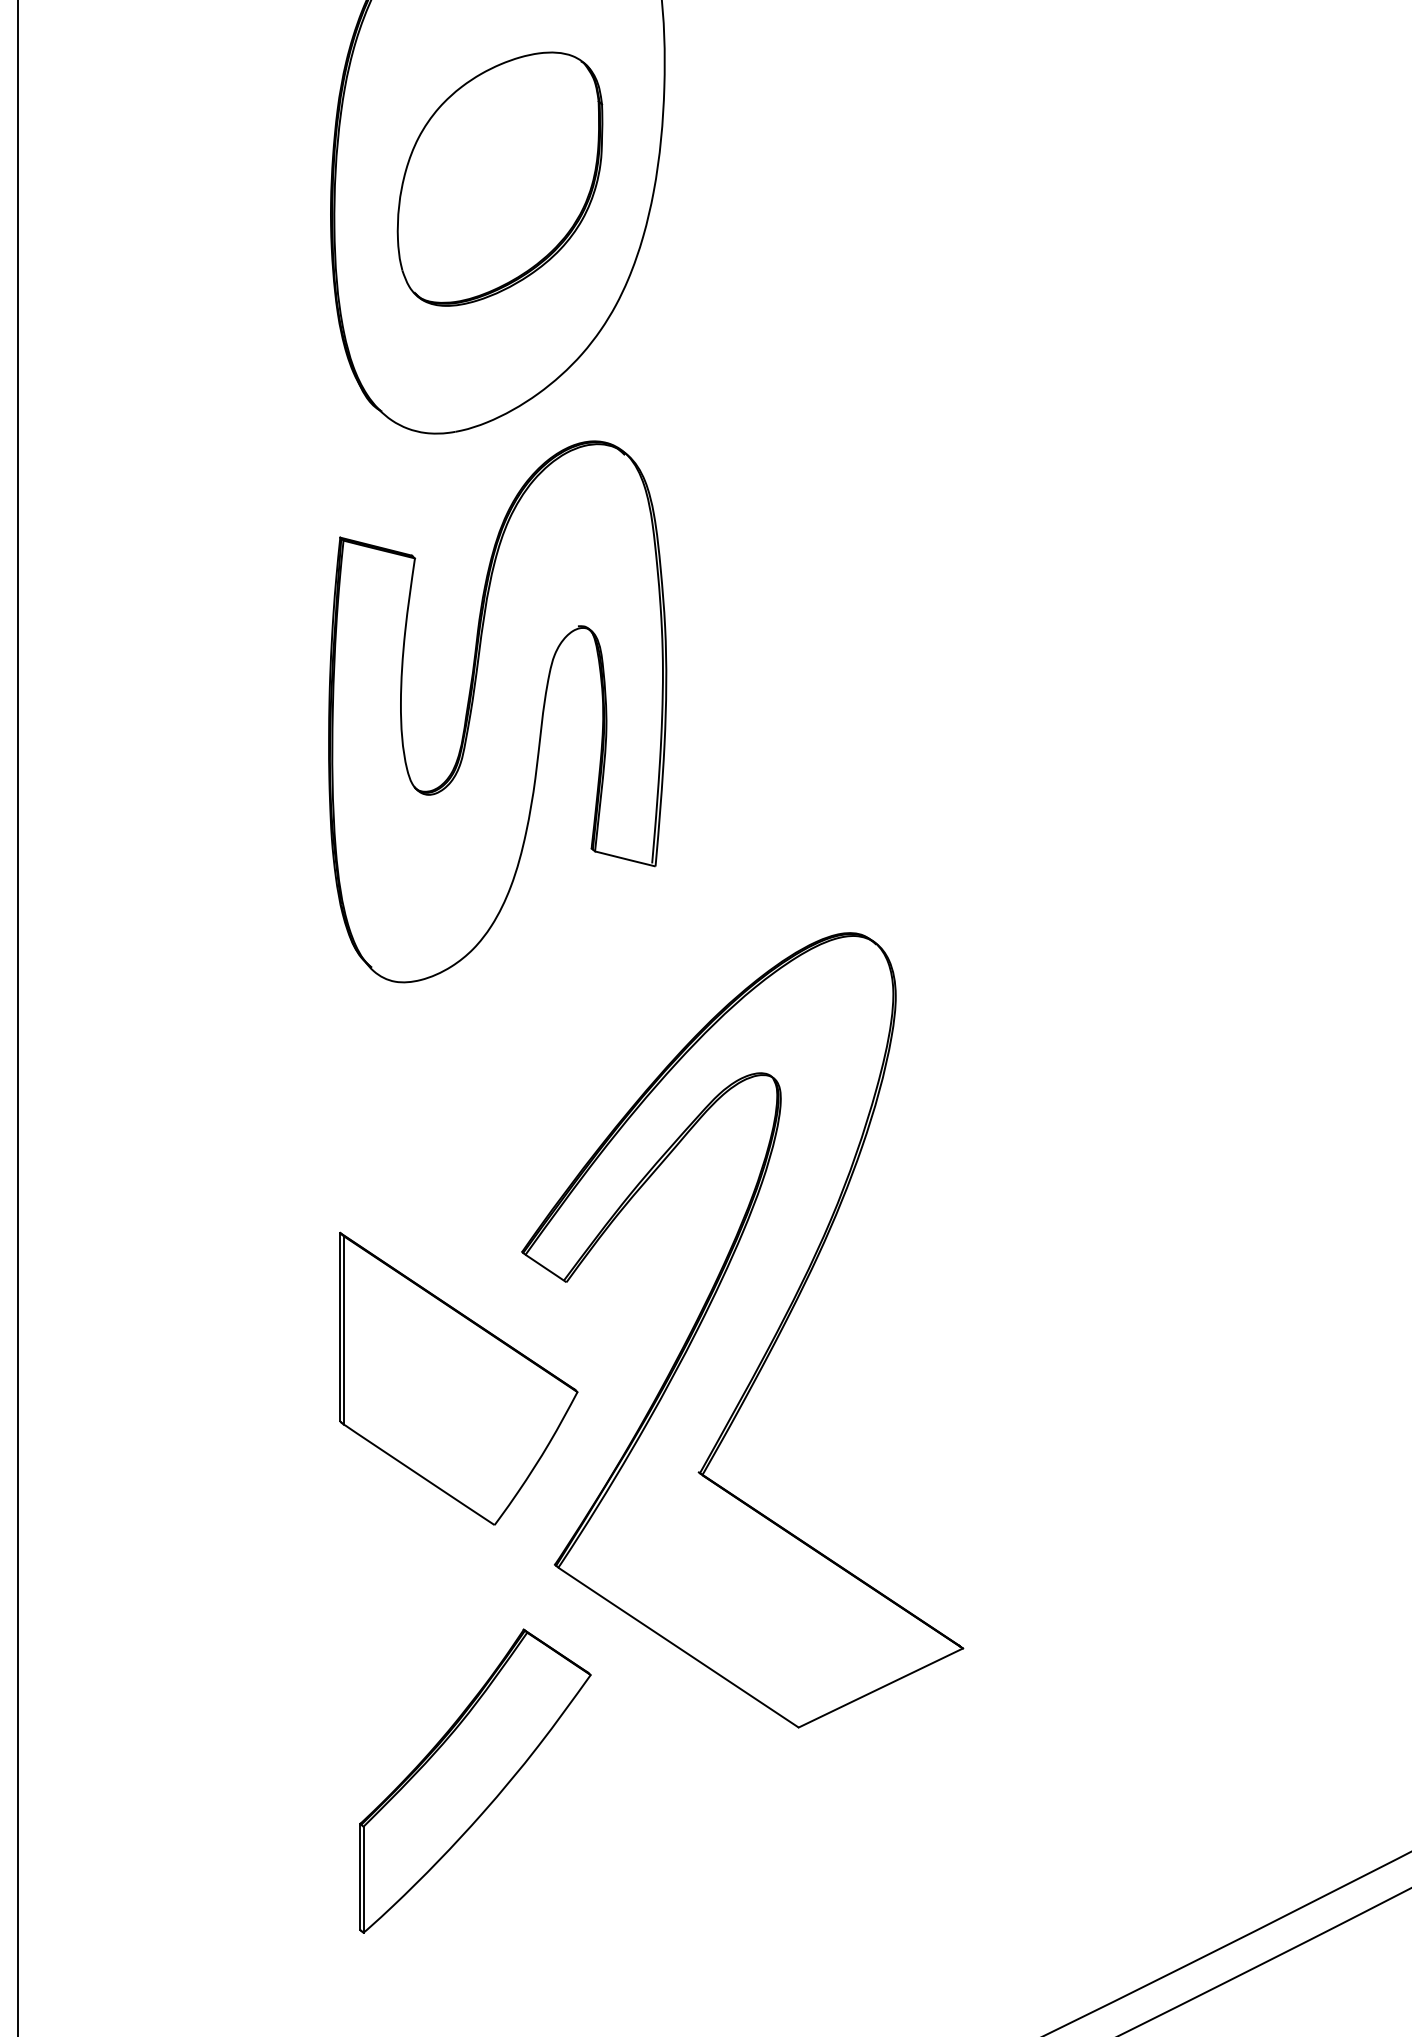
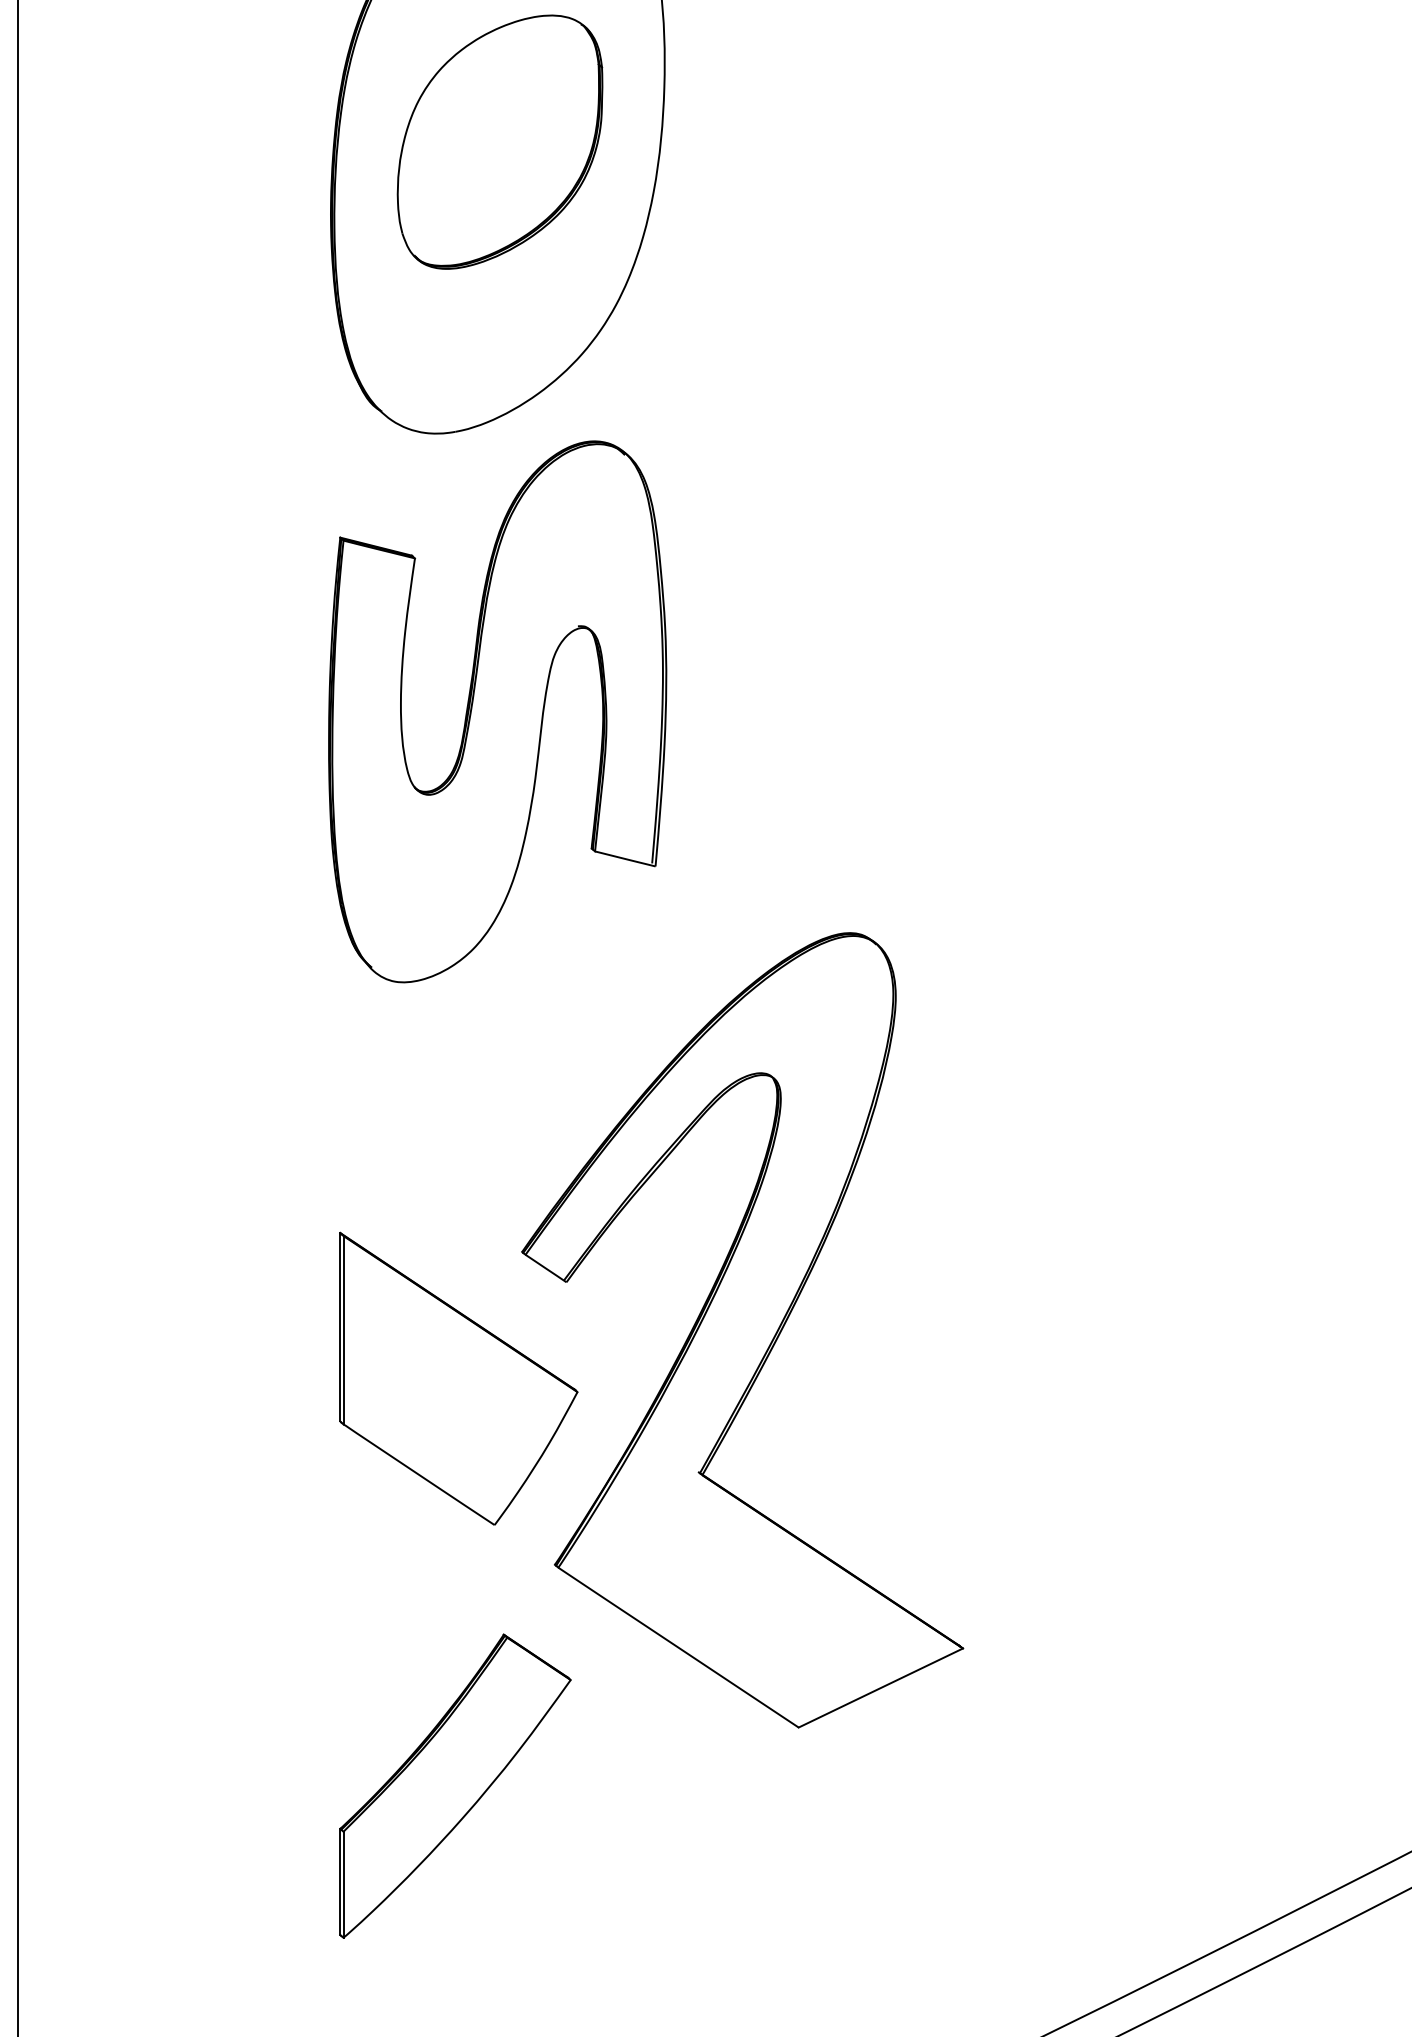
part at (499, 178) position: (499, 178) -> (499, 141)
part at (475, 1780) position: (475, 1780) -> (455, 1785)
